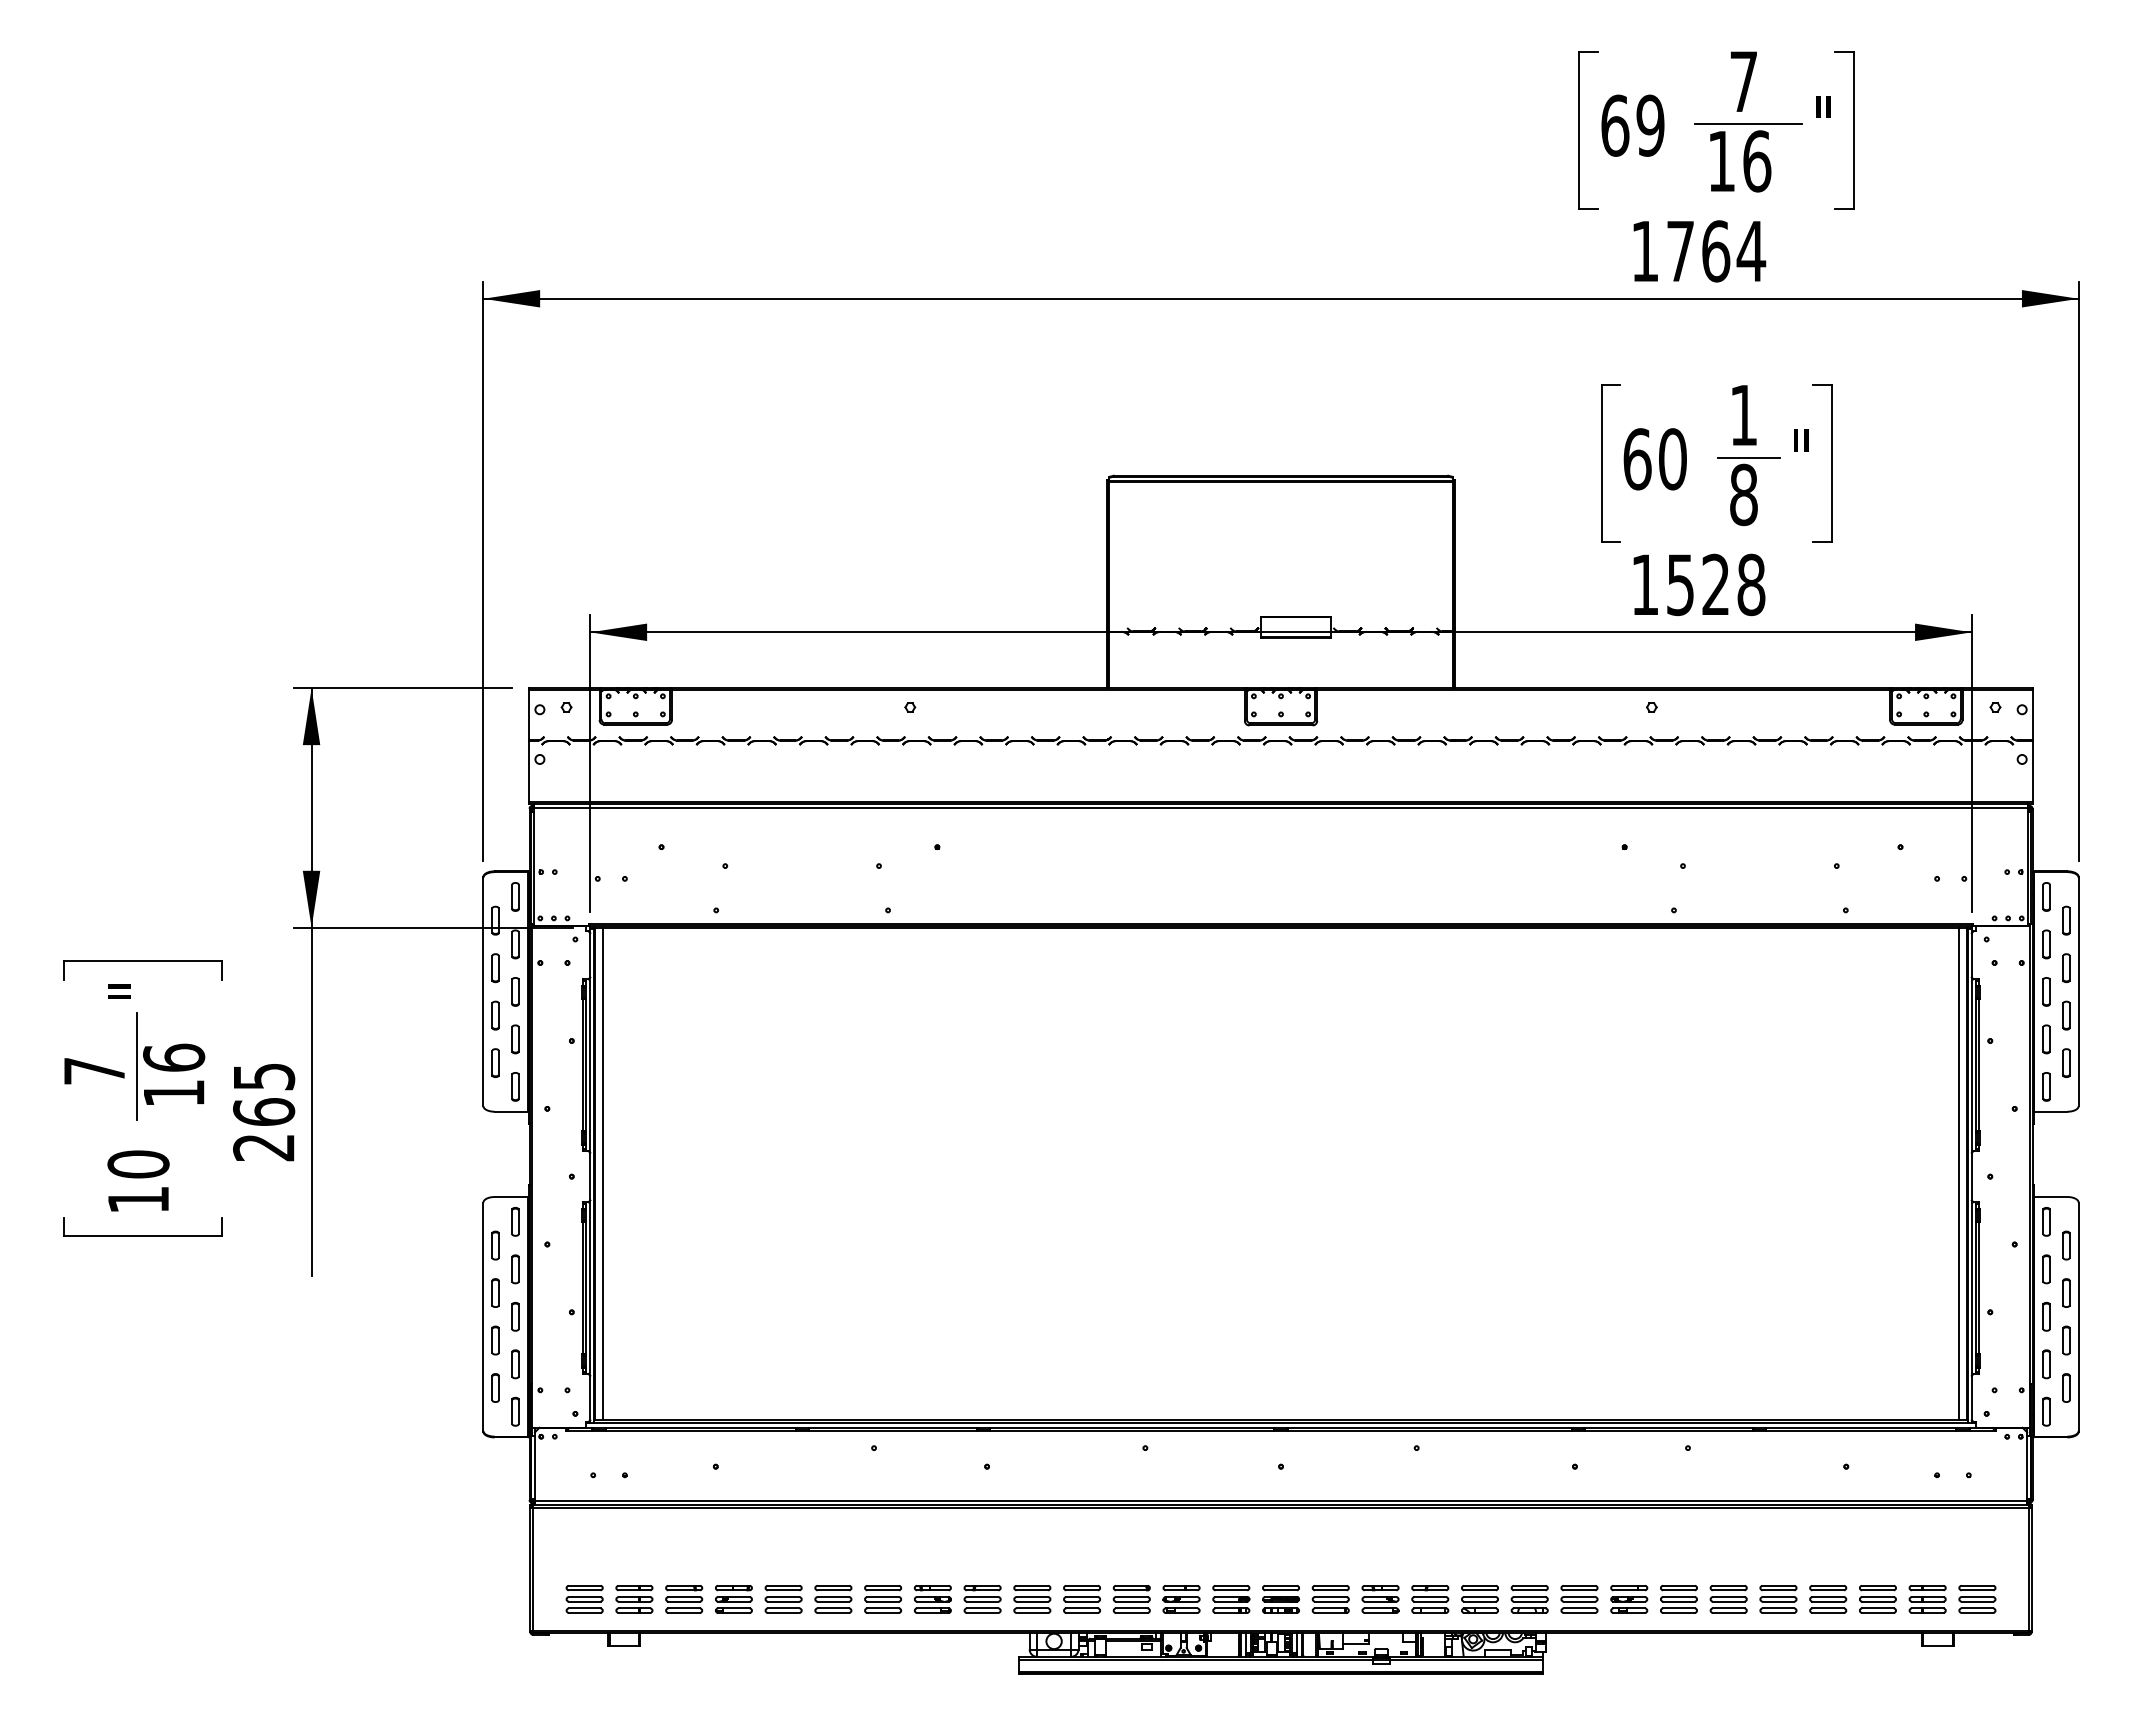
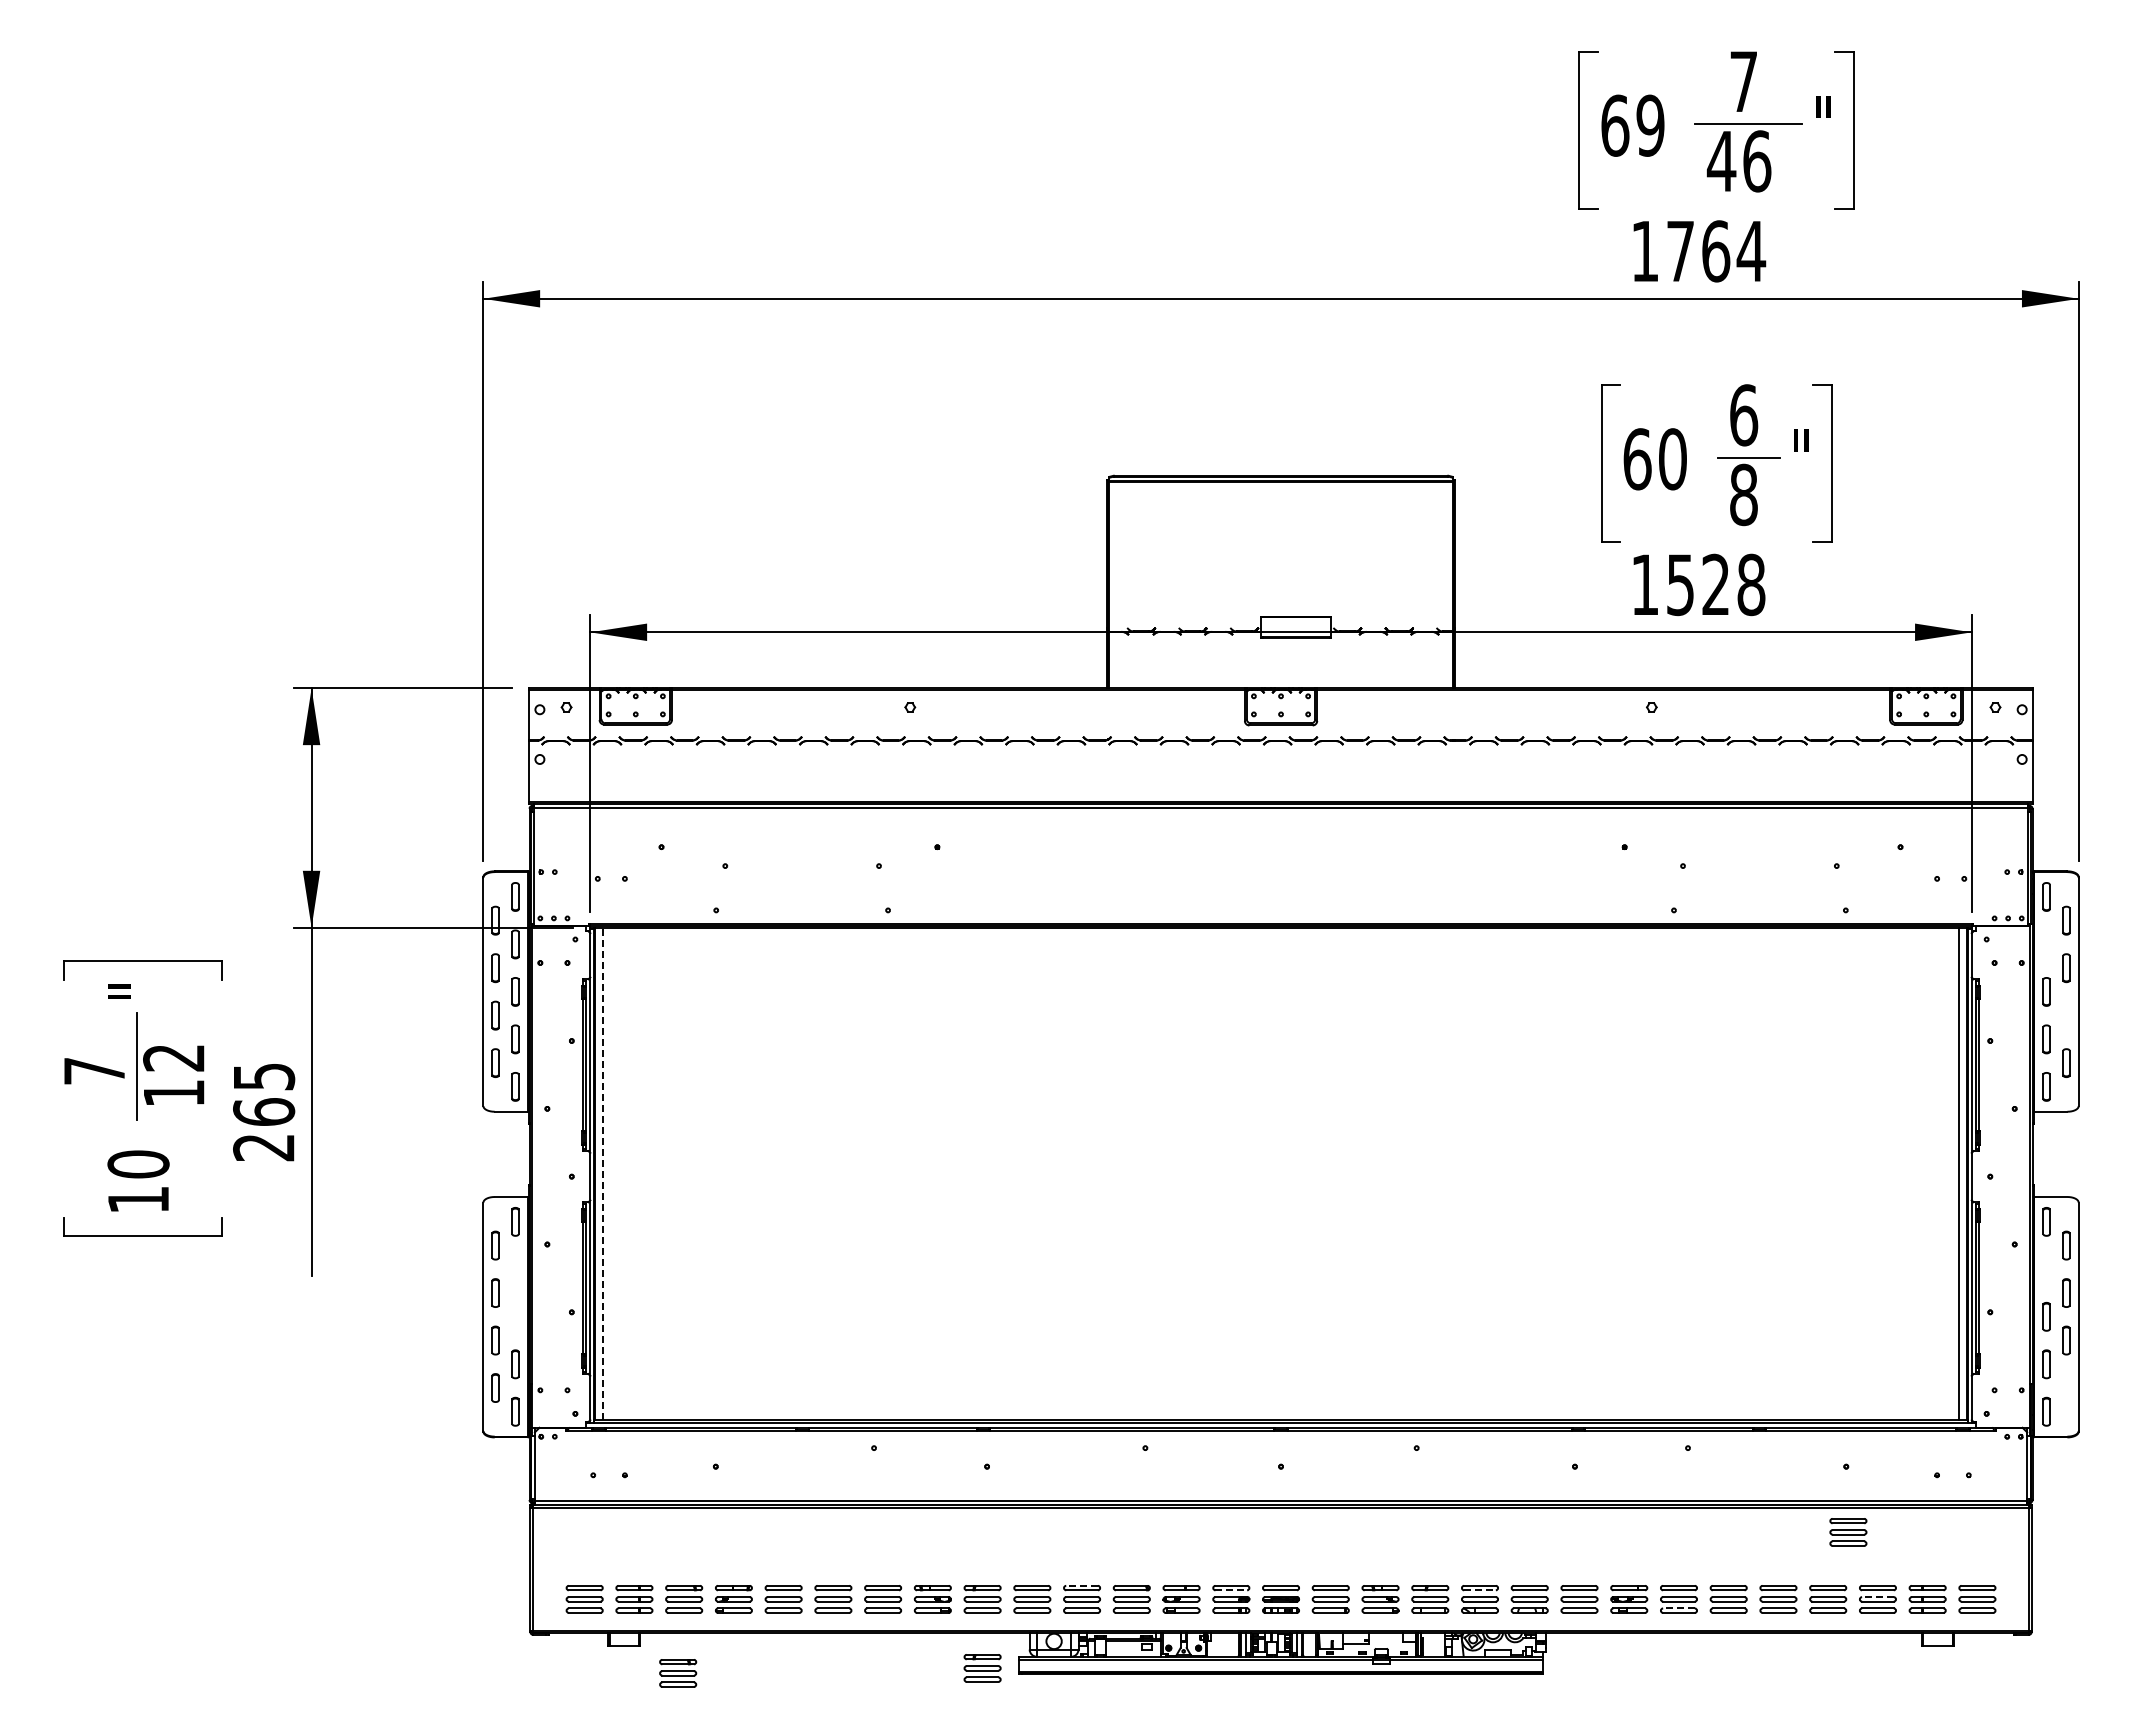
text at (1721, 161): 16 -> 46
text at (1744, 415): 1 -> 6
part at (2046, 944): present -> none
part at (2066, 1015): present -> none
text at (174, 1057): 16 -> 12
line at (602, 1173): solid -> dashed
part at (515, 1269): present -> none
part at (2046, 1269): present -> none
part at (515, 1316): present -> none
part at (2066, 1387): present -> none
part at (1848, 1532): none -> present
line at (1082, 1585): solid -> dashed
line at (1231, 1590): solid -> dashed
line at (1480, 1590): solid -> dashed
line at (1877, 1597): solid -> dashed
line at (1678, 1608): solid -> dashed
part at (982, 1668): none -> present
part at (678, 1673): none -> present
